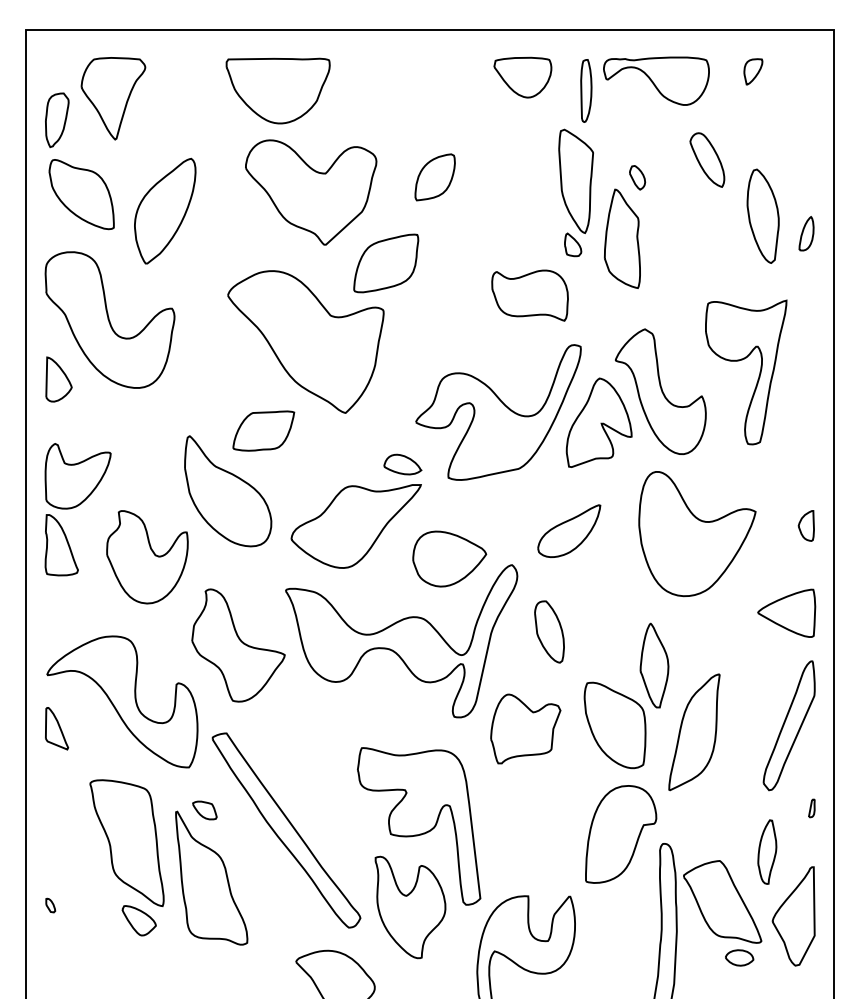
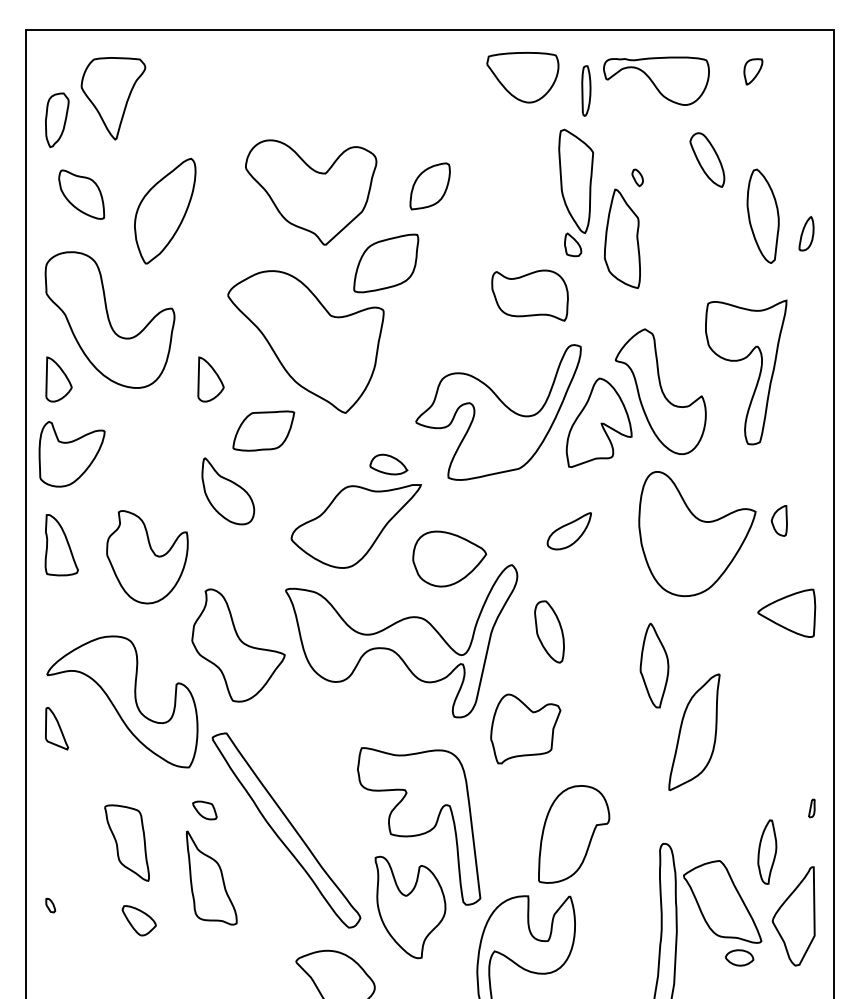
part at (522, 77) size: 60x43 px -> 74x52 px
part at (277, 90): present -> none
part at (586, 90) size: 13x64 px -> 11x52 px
part at (434, 177) position: (434, 177) -> (429, 186)
part at (637, 177) size: 18x26 px -> 13x20 px
part at (81, 194) size: 67x72 px -> 48x51 px
part at (210, 379): none -> present
part at (402, 464) position: (402, 464) -> (388, 464)
part at (77, 476) position: (77, 476) -> (71, 454)
part at (228, 491) size: 89x113 px -> 55x69 px
part at (805, 525) position: (805, 525) -> (778, 520)
part at (569, 531) size: 65x55 px -> 46x39 px
part at (614, 725): present -> none
part at (788, 725): present -> none
part at (621, 834) position: (621, 834) -> (574, 834)
part at (126, 842) size: 76x128 px -> 46x78 px
part at (211, 877) size: 74x136 px -> 52x96 px
